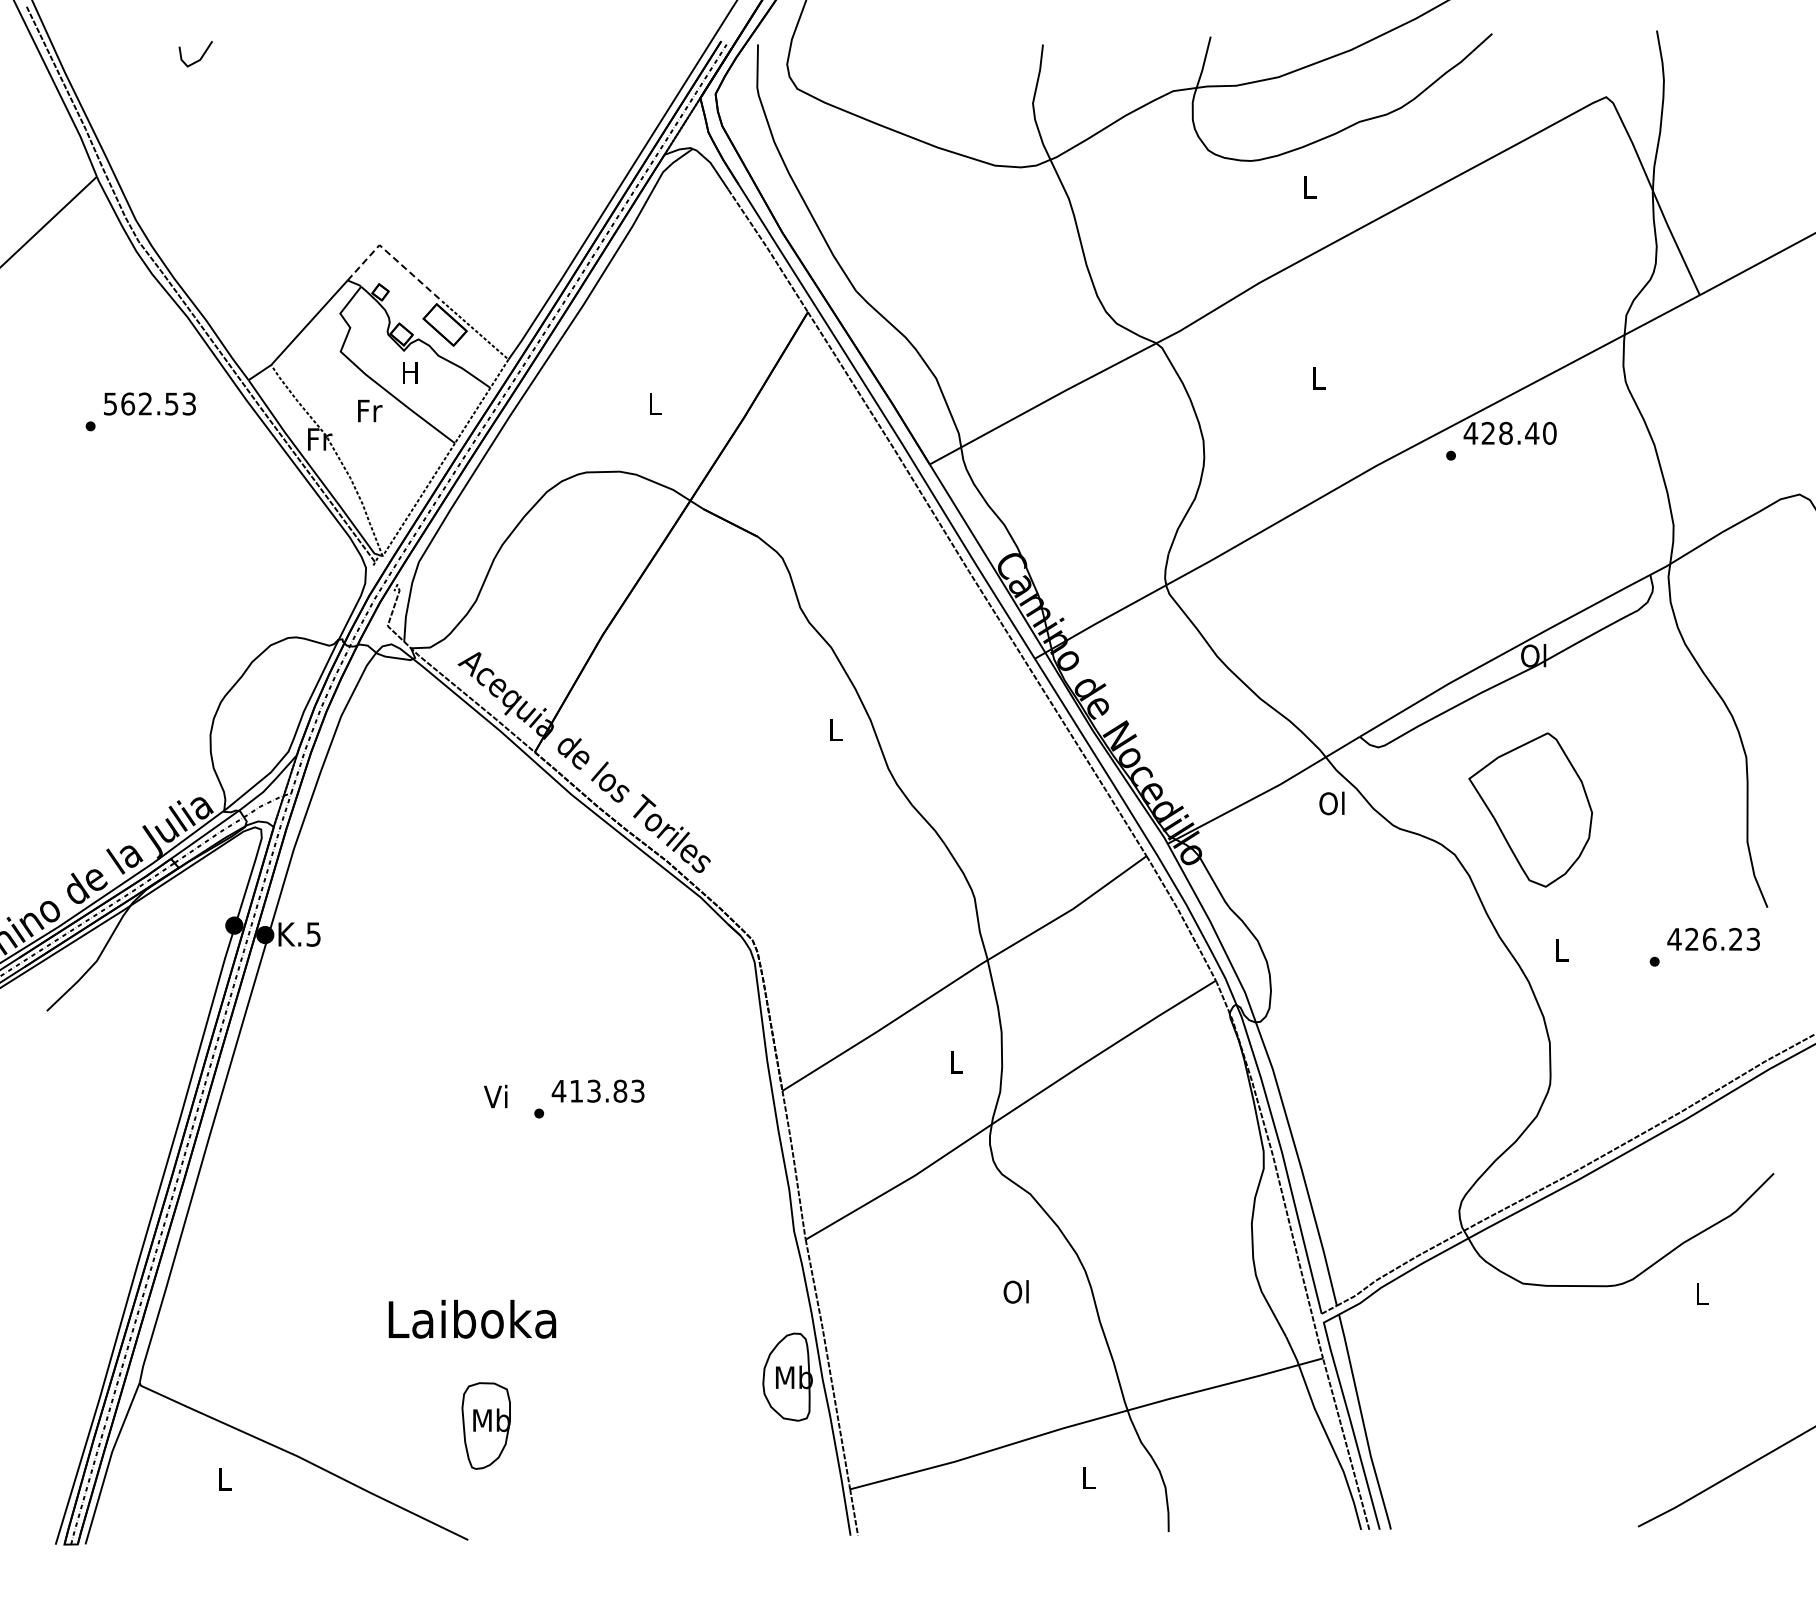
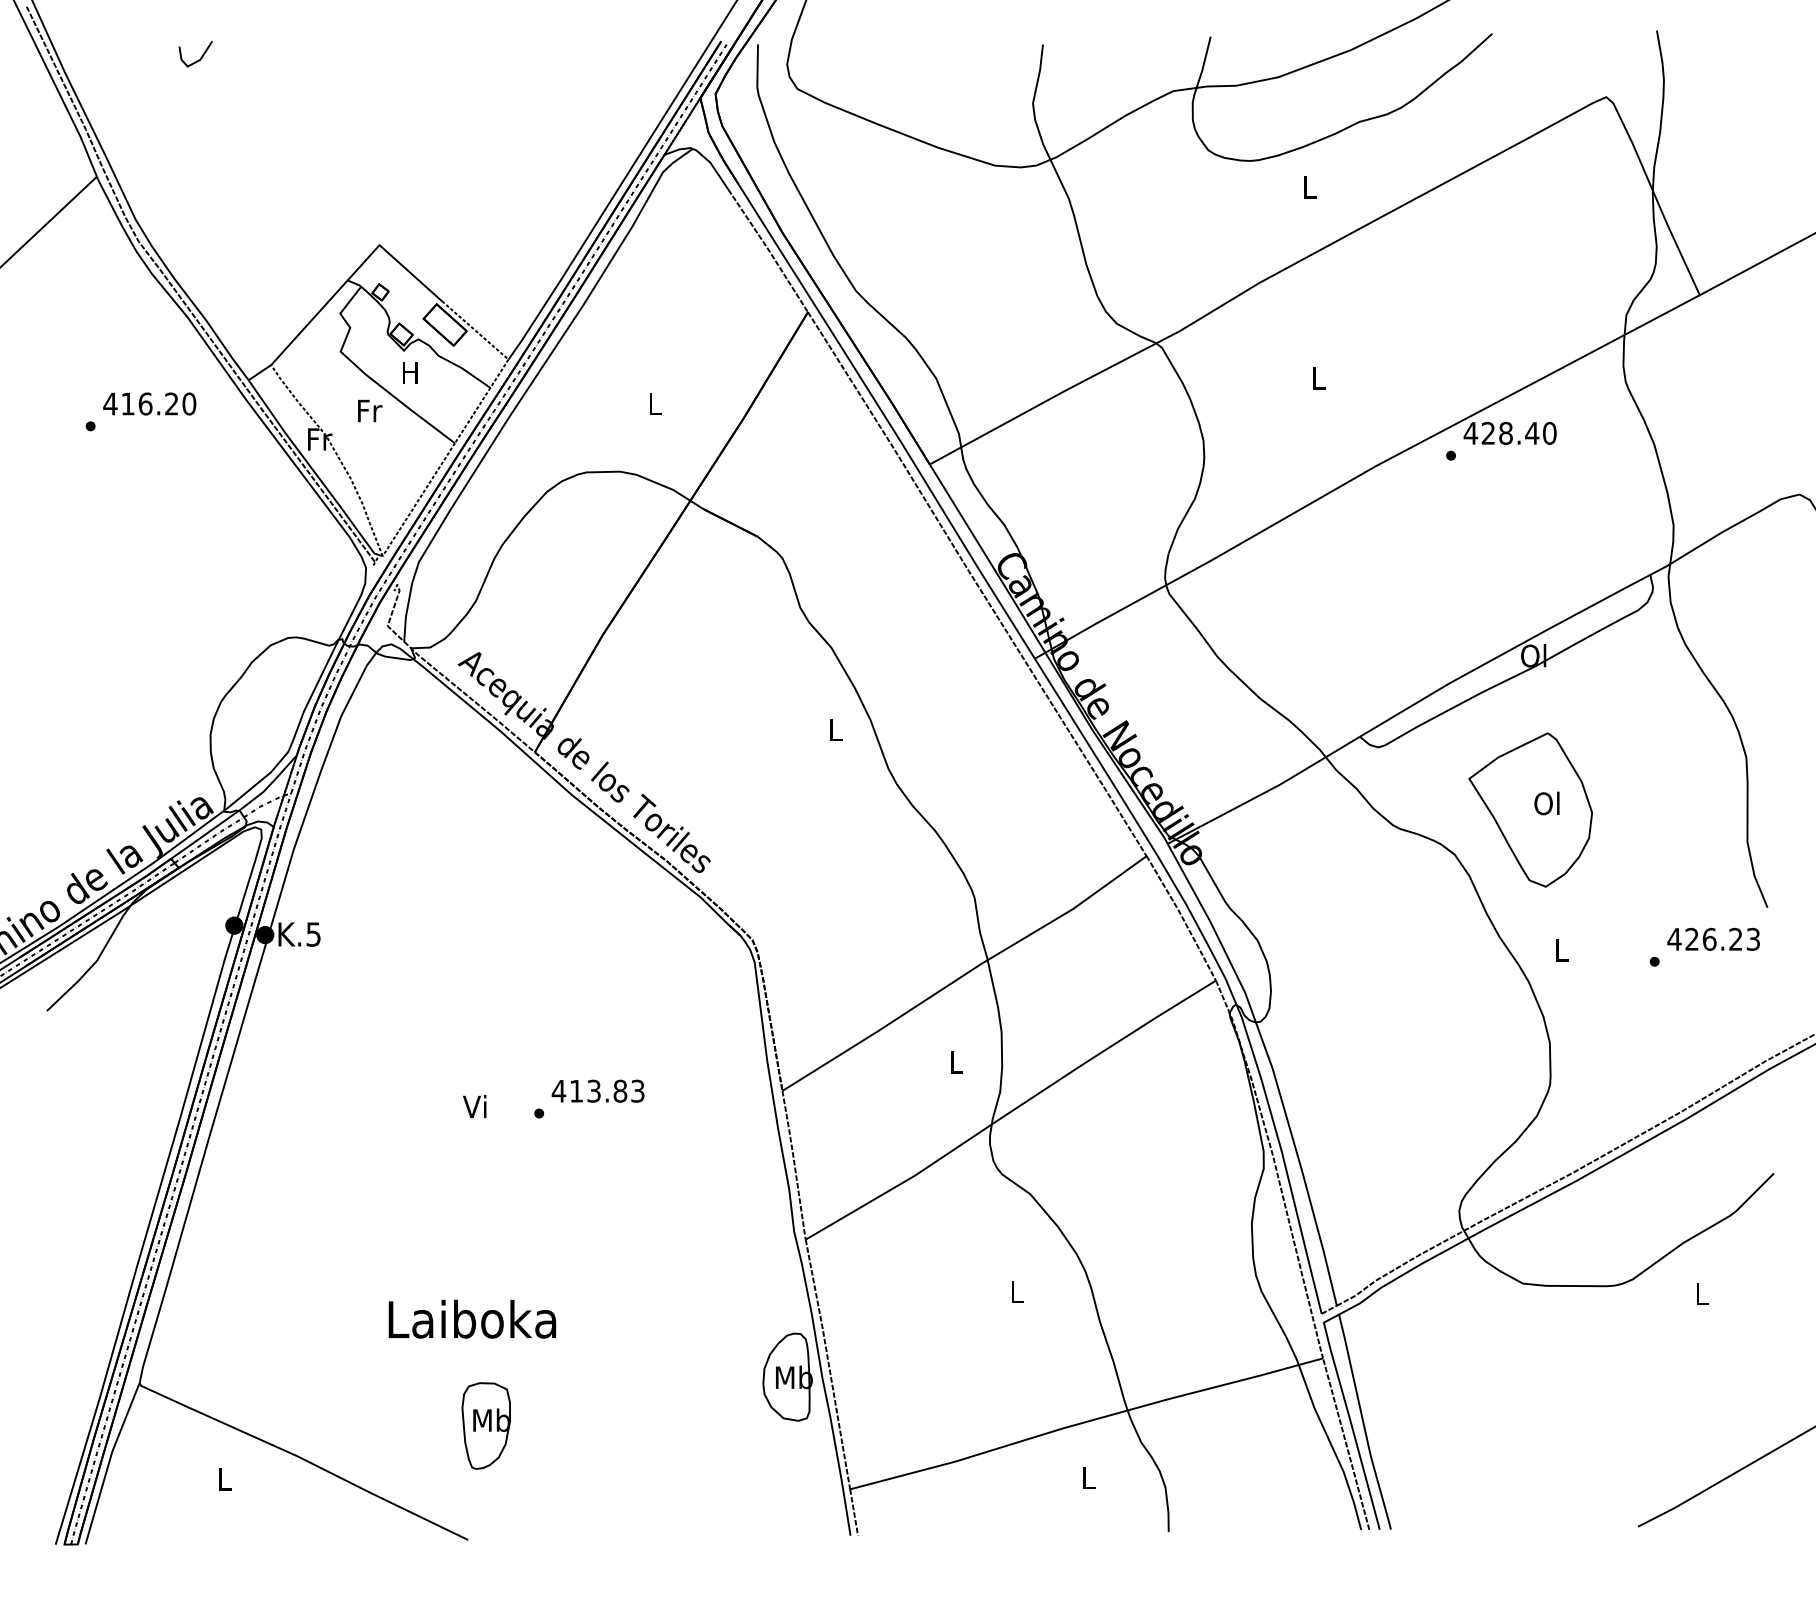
line at (392, 257): dashed -> solid
text at (149, 403): 562.53 -> 416.20
text at (1331, 803) position: (1331, 803) -> (1546, 803)
text at (495, 1096) position: (495, 1096) -> (474, 1106)
text at (1015, 1291): Ol -> L
